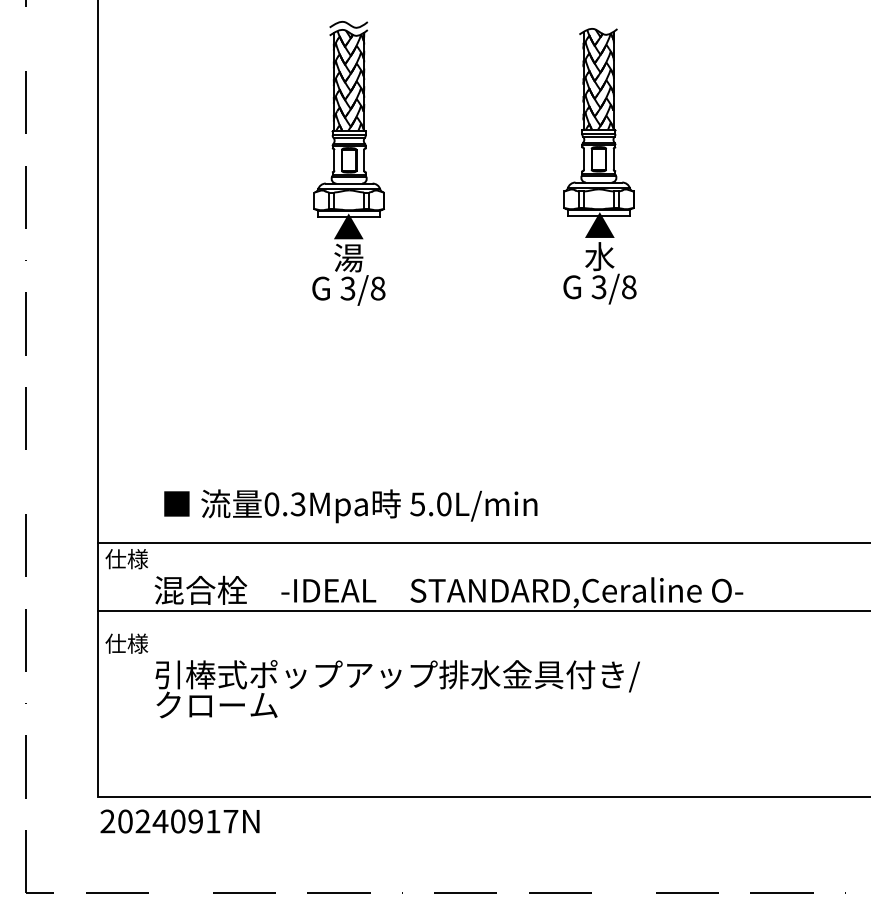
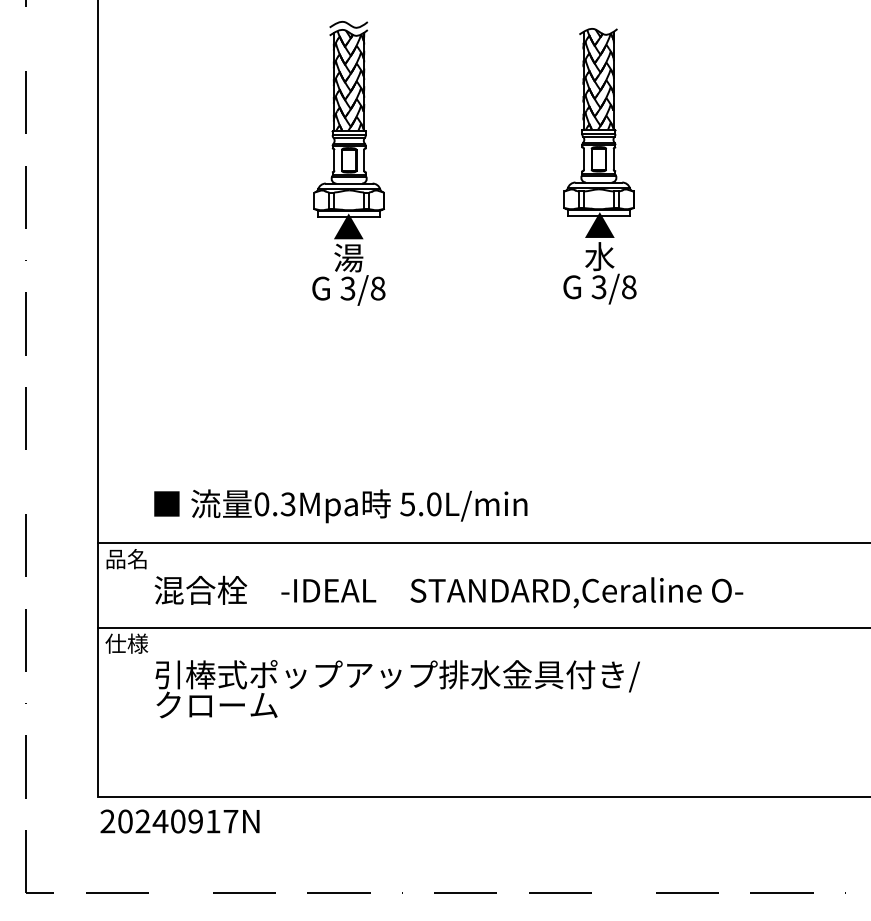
text at (350, 506) position: (350, 506) -> (340, 506)
text at (126, 559): 仕様 -> 品名
line at (482, 610) position: (482, 610) -> (482, 627)
